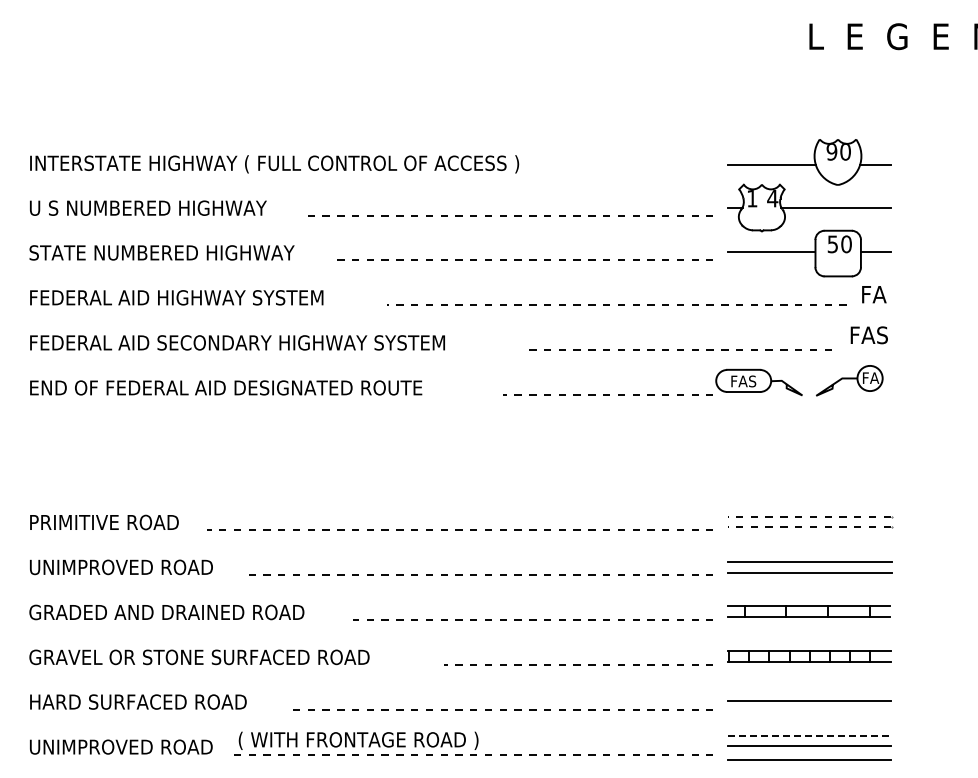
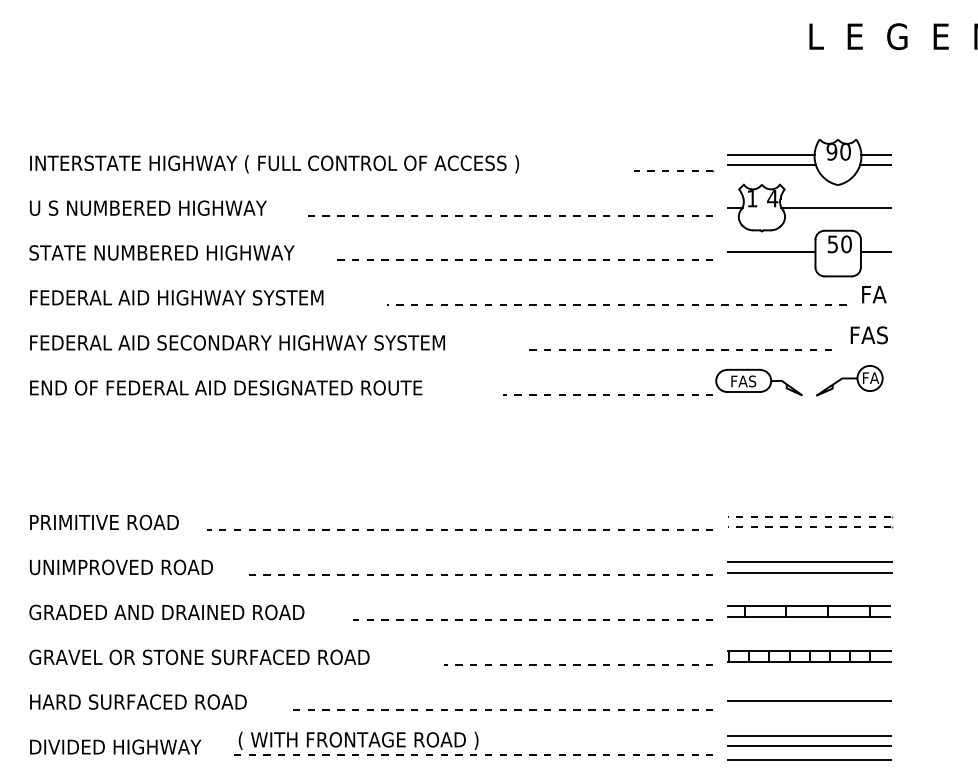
line at (770, 154): none -> present
line at (875, 154): none -> present
line at (677, 171): none -> present
line at (809, 736): dashed -> solid
text at (120, 746): UNIMPROVED ROAD -> DIVIDED HIGHWAY
